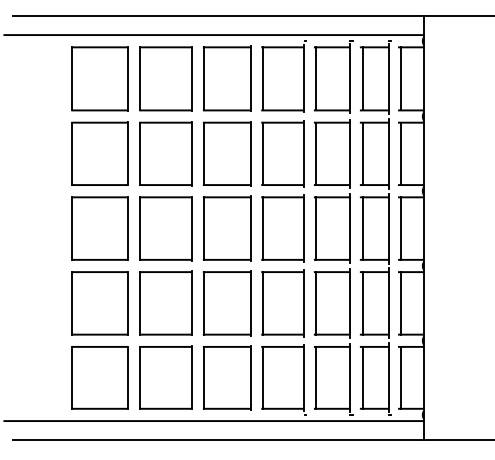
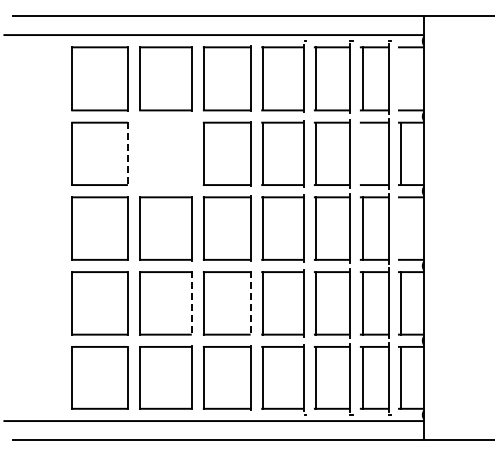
line at (401, 78): present -> none
part at (165, 153): present -> none
line at (362, 153): present -> none
line at (127, 154): solid -> dashed
line at (401, 228): present -> none
line at (191, 303): solid -> dashed
line at (250, 303): solid -> dashed
